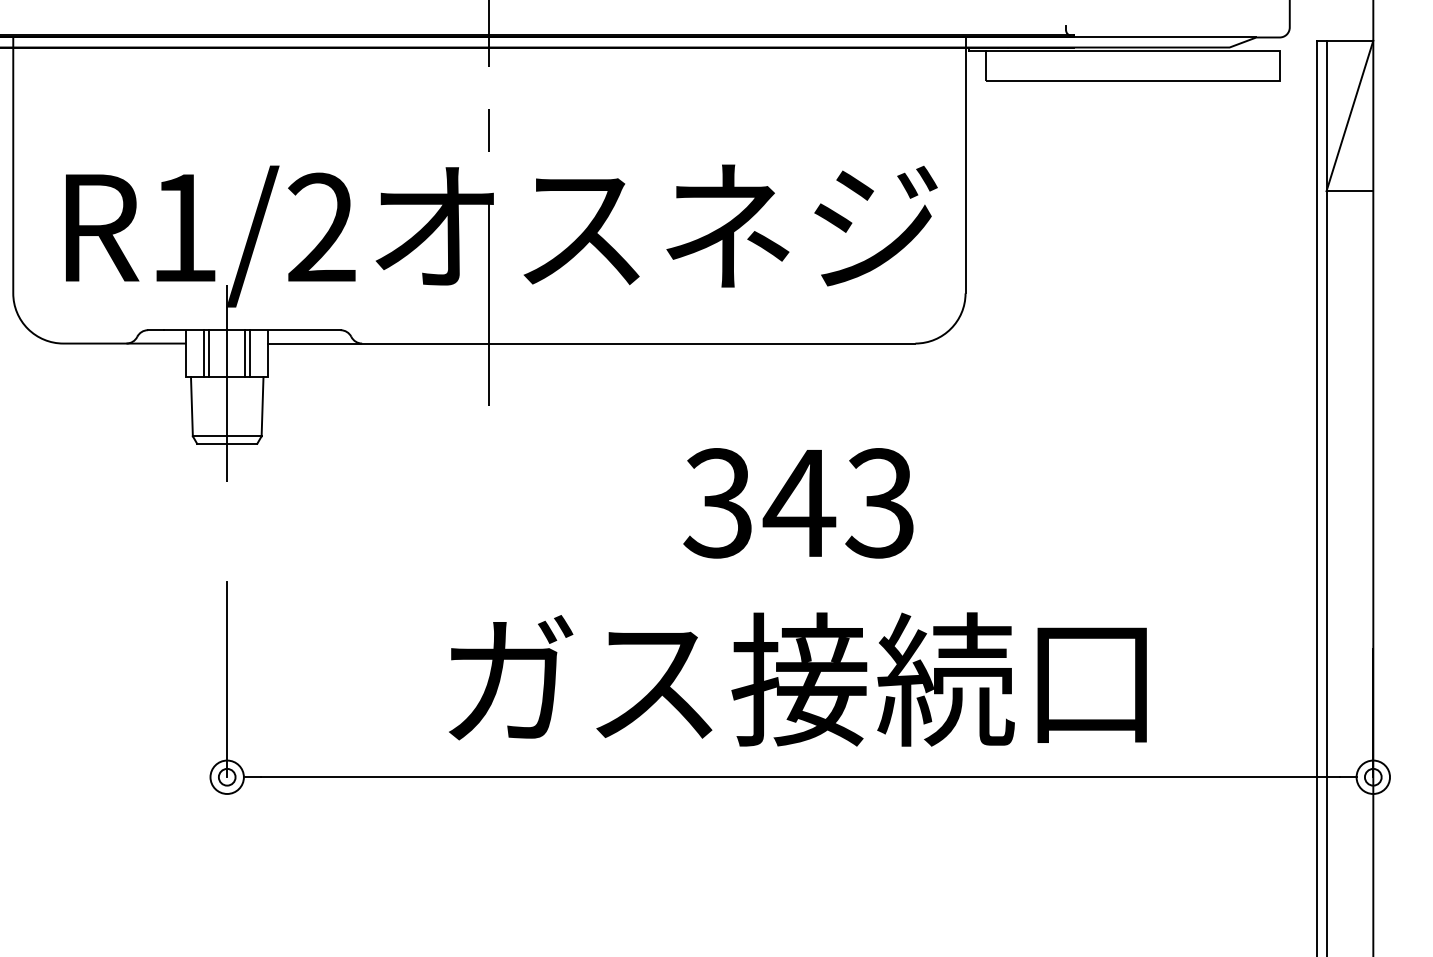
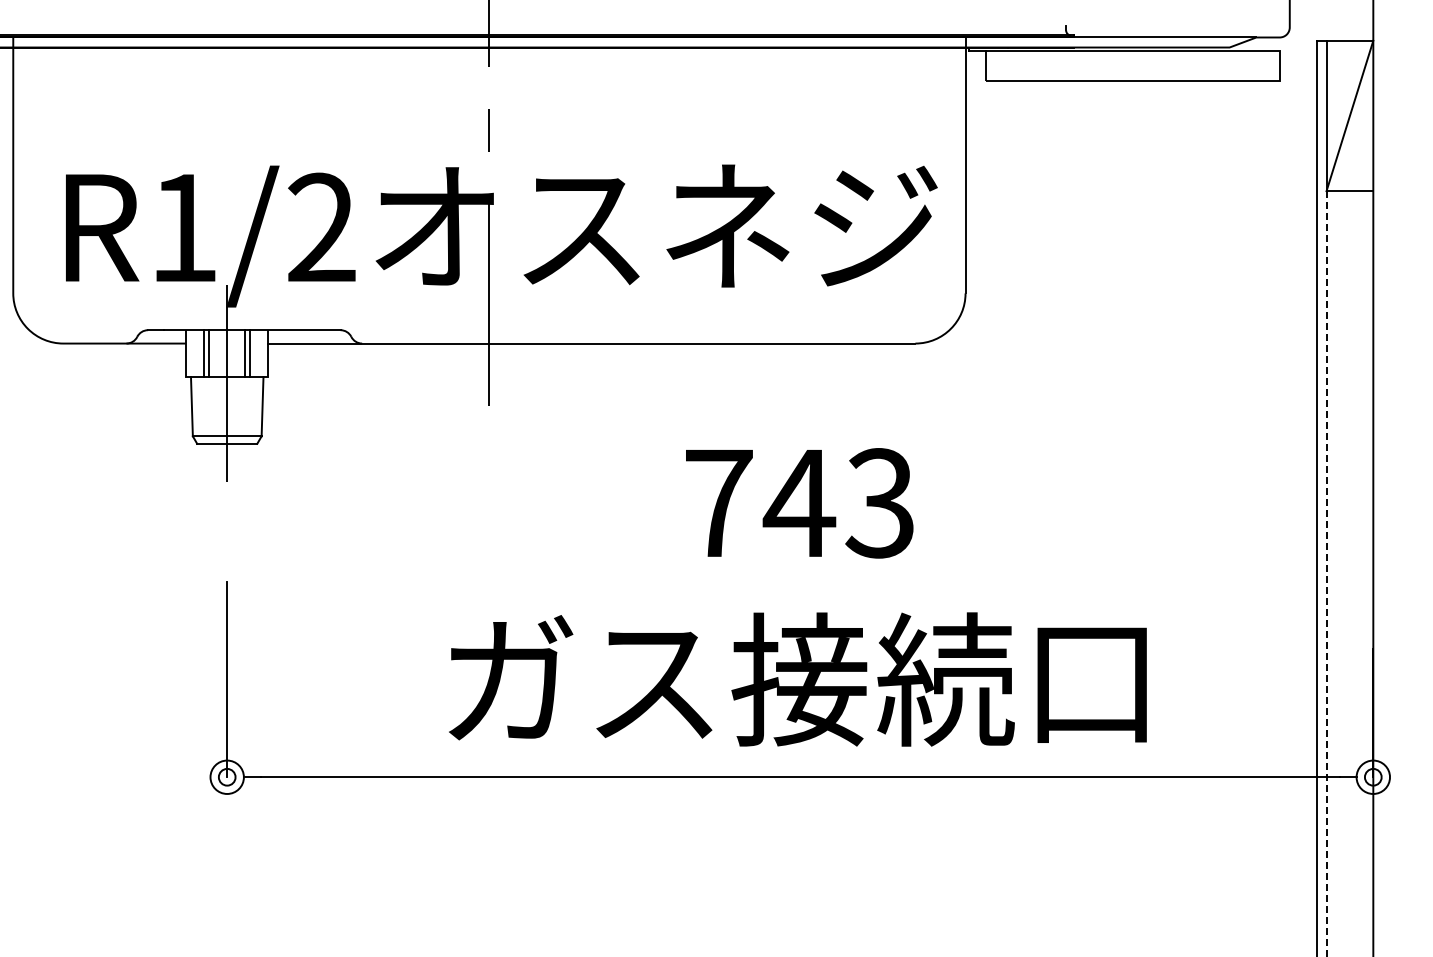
text at (717, 503): 343 -> 743
line at (1326, 574): solid -> dashed
